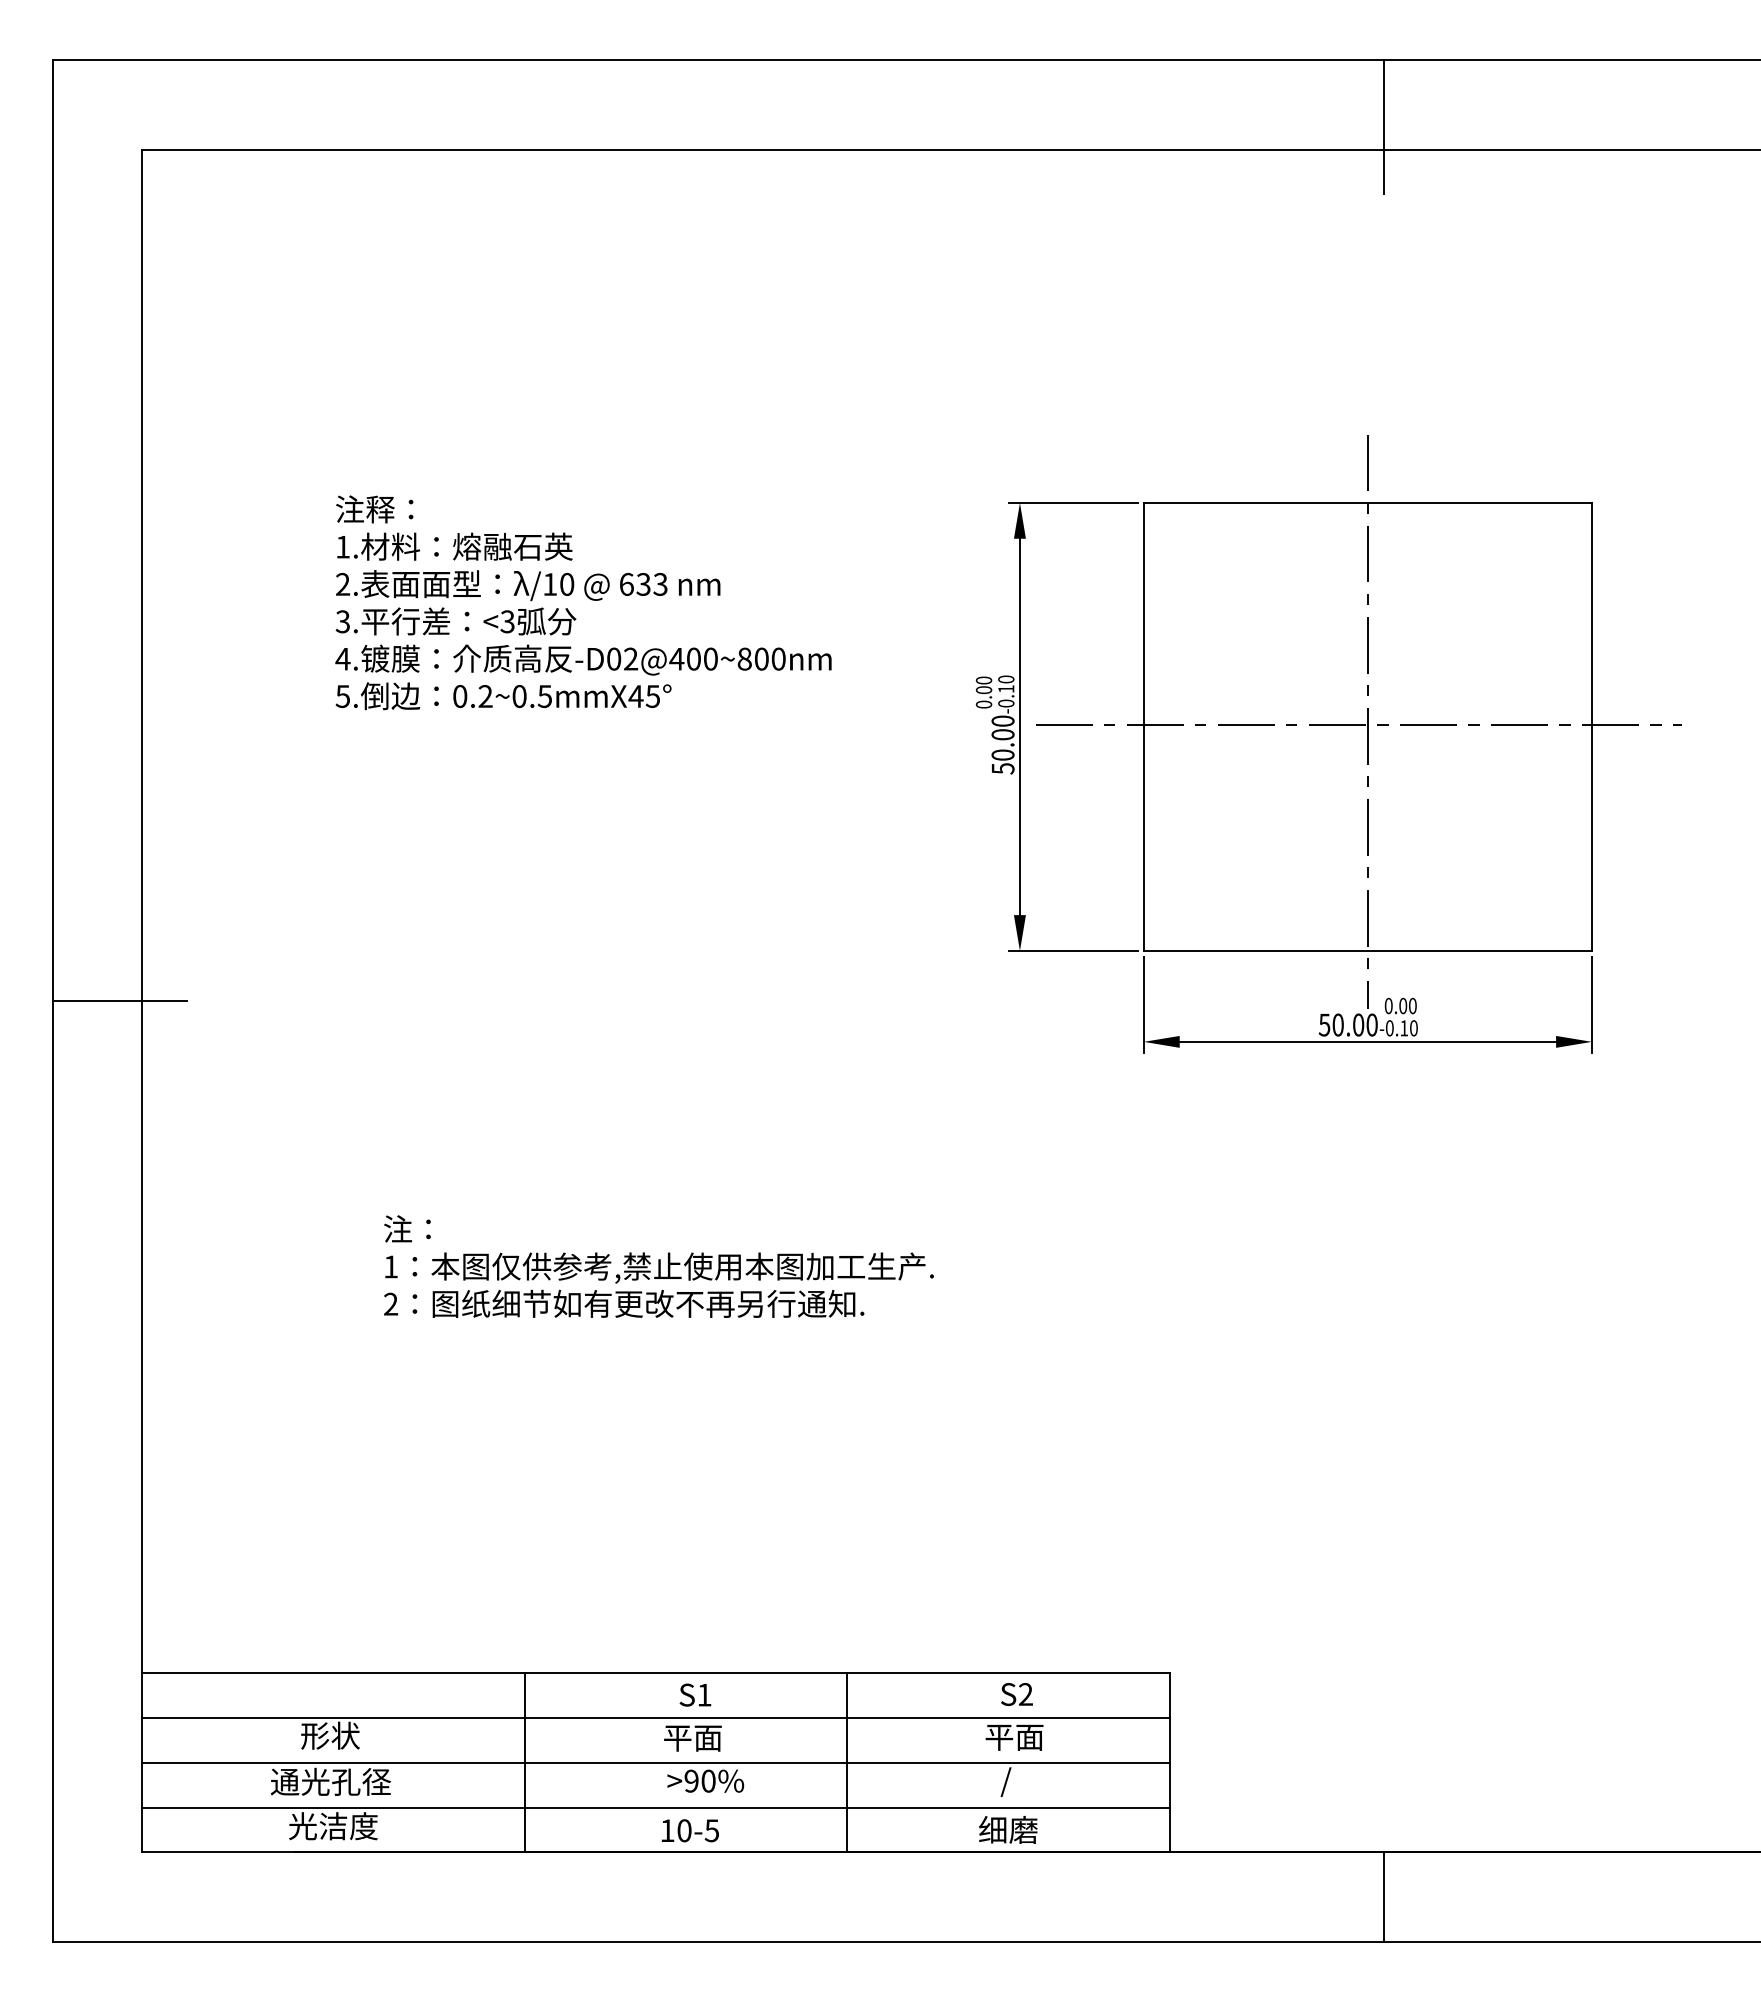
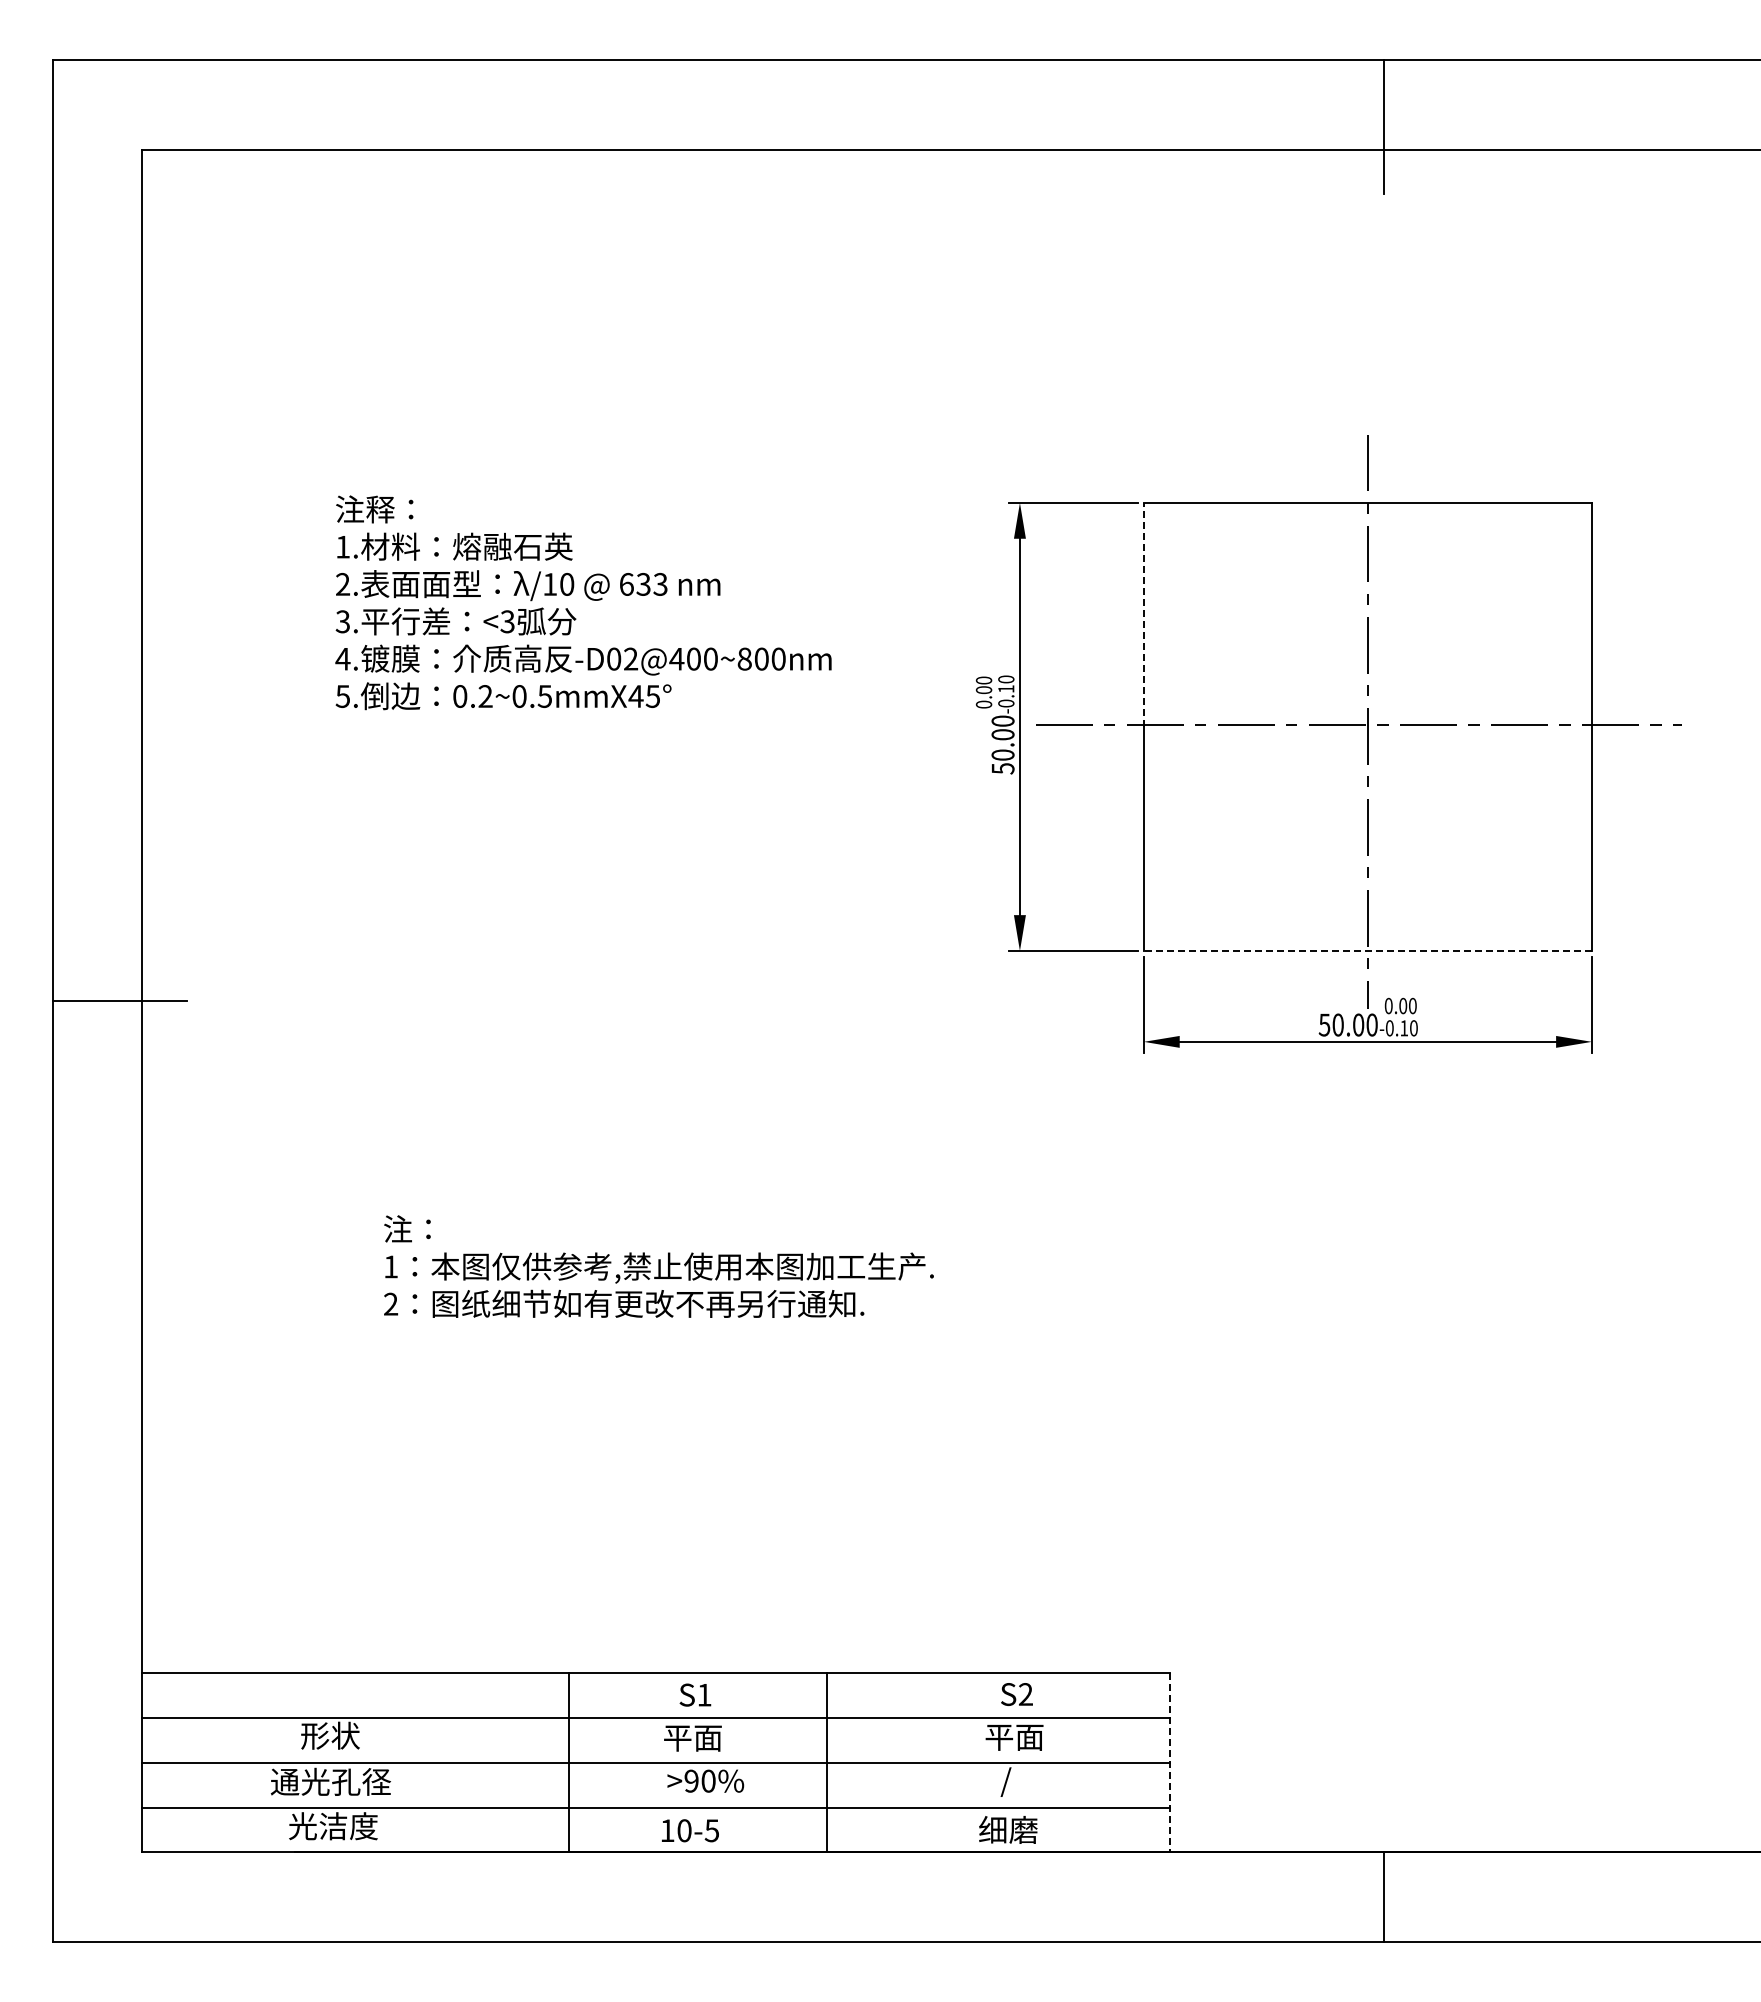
line at (1143, 614): solid -> dashed
line at (1367, 950): solid -> dashed
line at (524, 1762) position: (524, 1762) -> (568, 1762)
line at (847, 1762) position: (847, 1762) -> (827, 1762)
line at (1169, 1762): solid -> dashed
